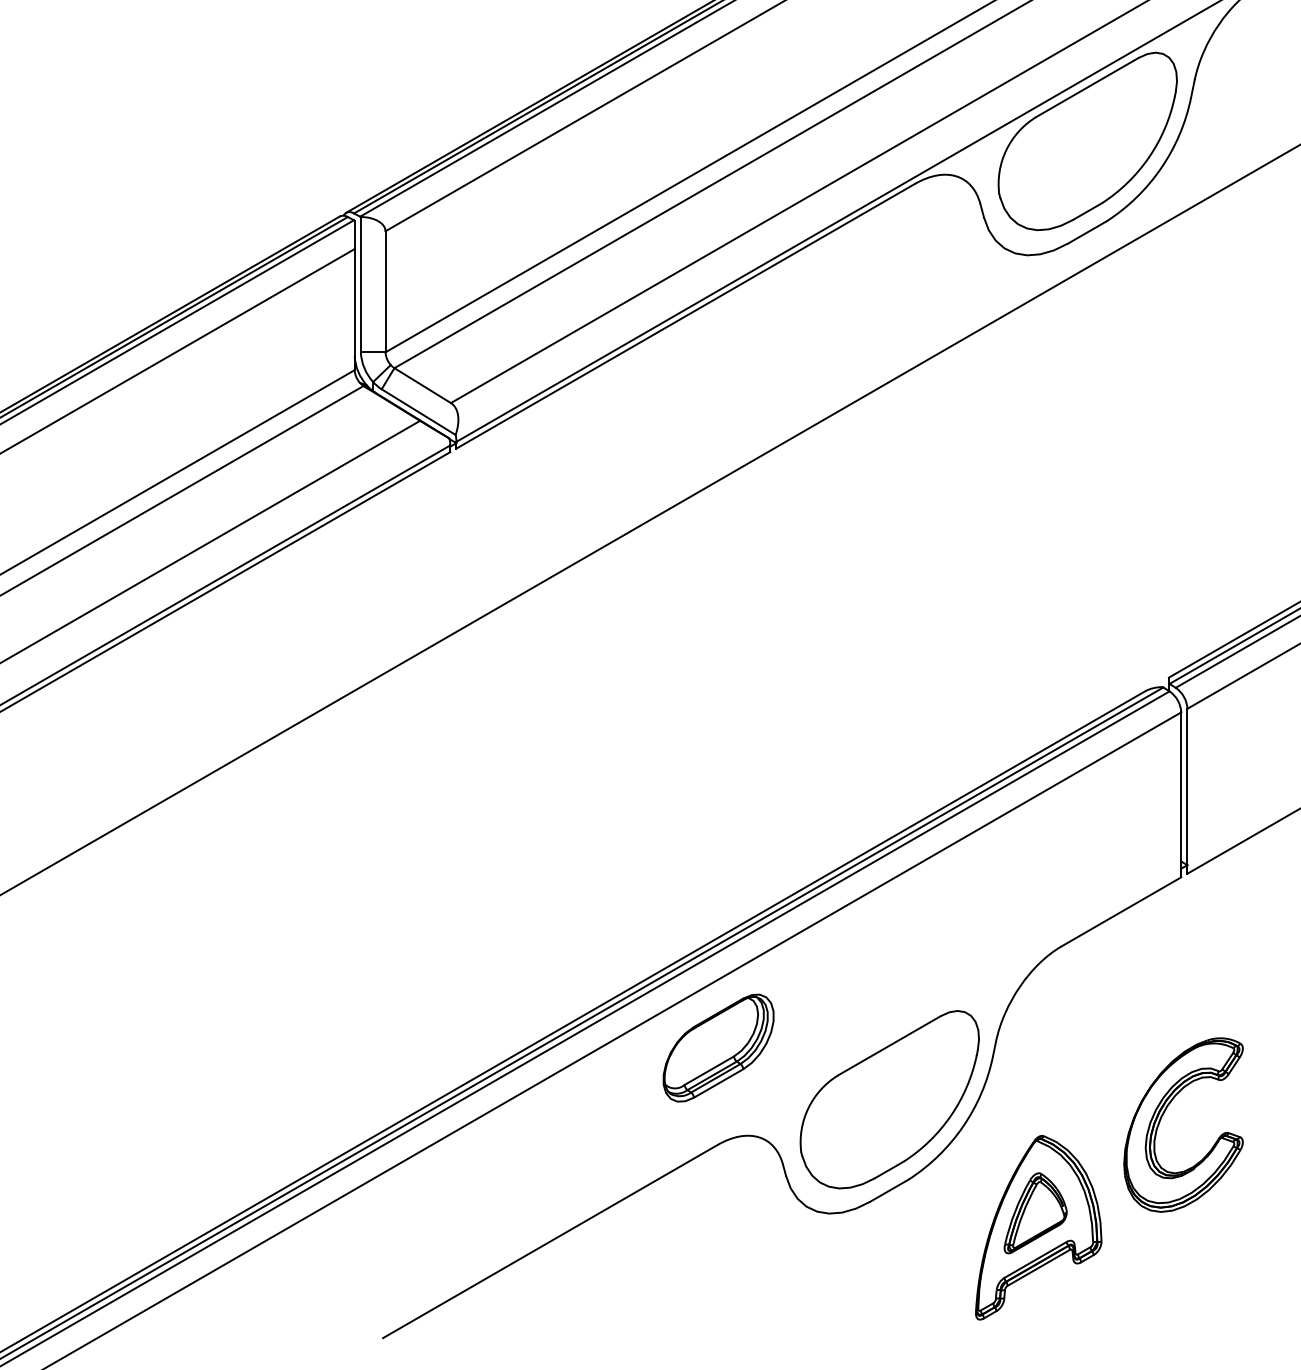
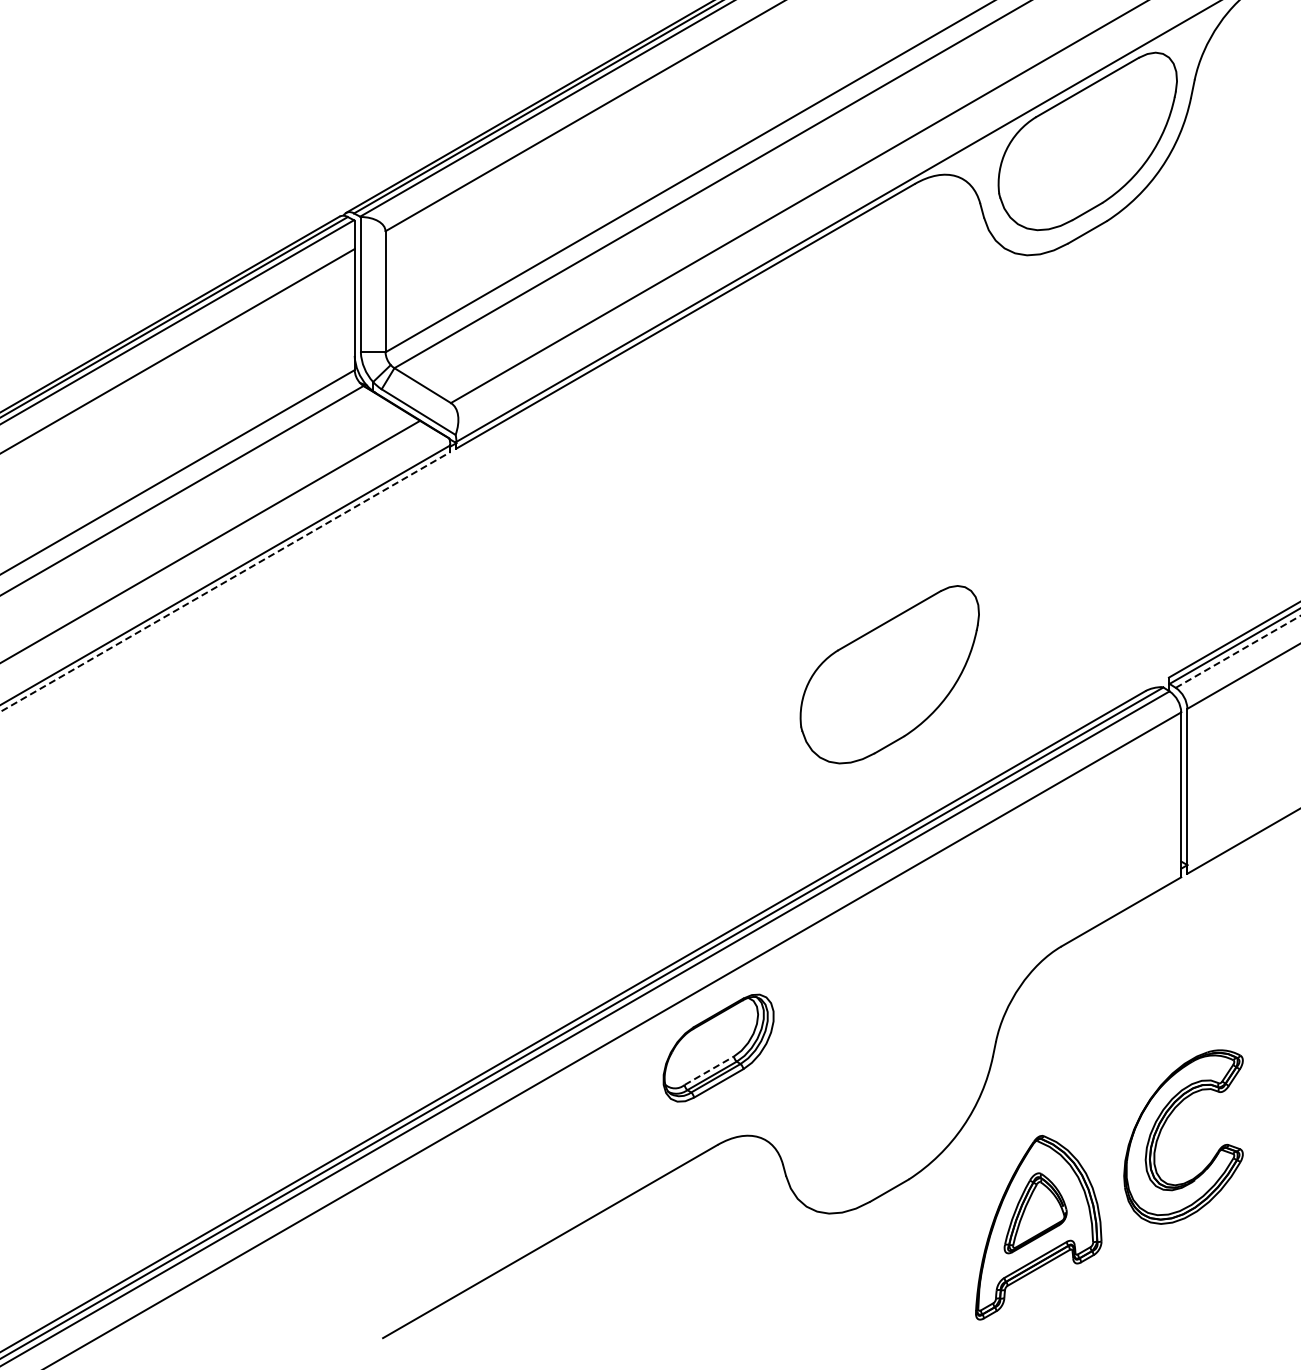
line at (649, 520): present -> none
line at (225, 581): solid -> dashed
line at (1238, 651): solid -> dashed
line at (709, 1070): solid -> dashed
part at (889, 1099) position: (889, 1099) -> (889, 674)
part at (1163, 1115) position: (1163, 1115) -> (1163, 1127)
